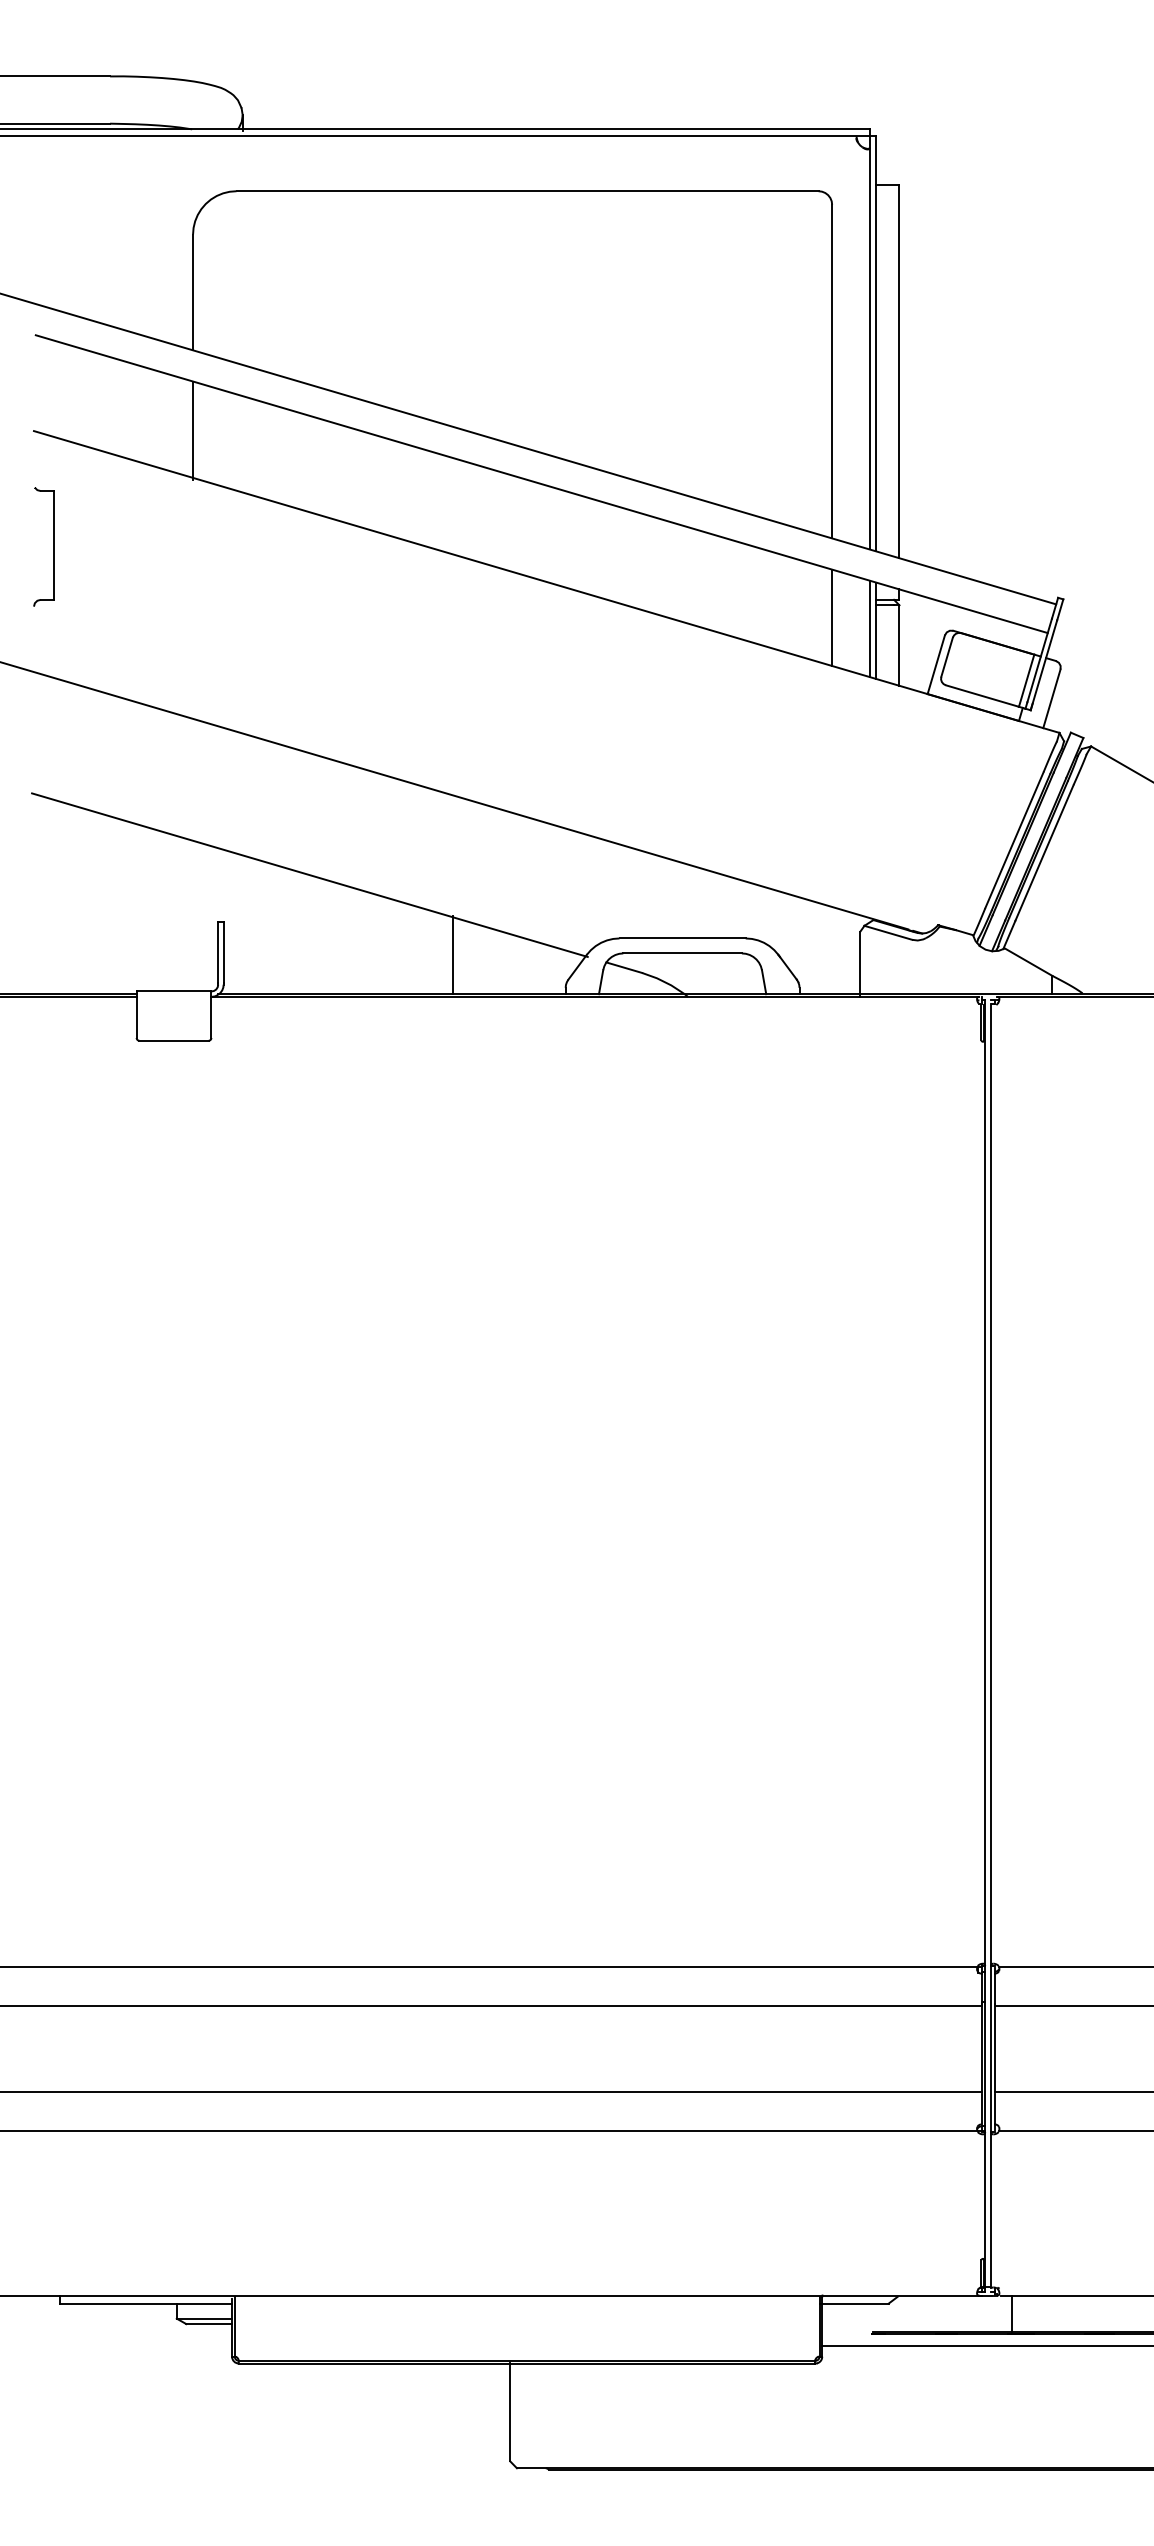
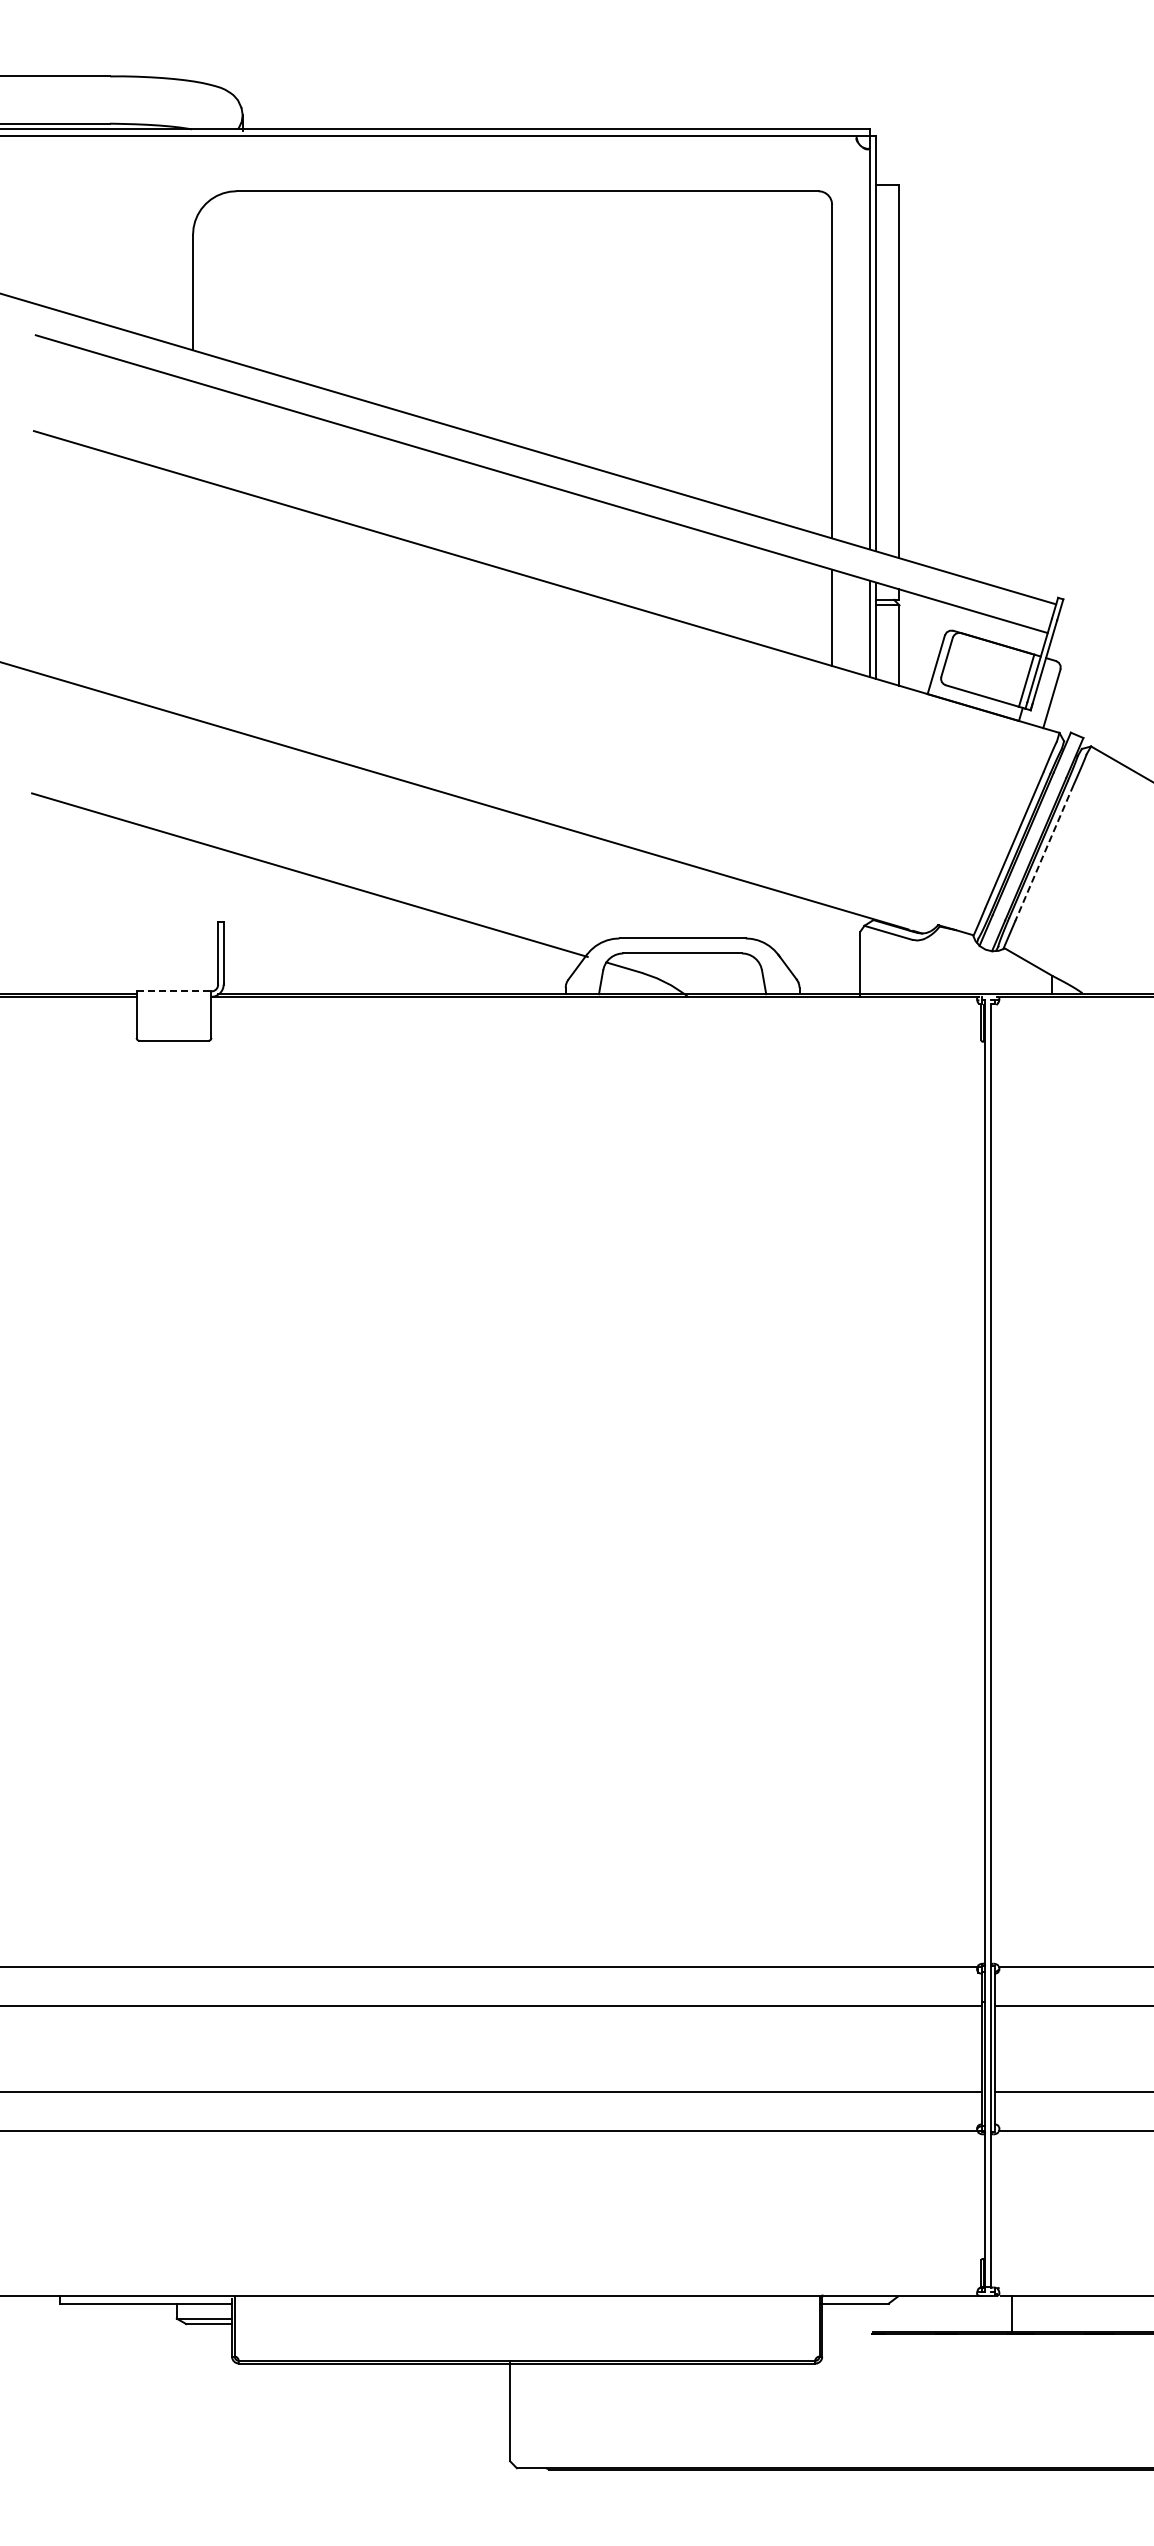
line at (193, 430): present -> none
part at (53, 546): present -> none
line at (1044, 853): solid -> dashed
line at (452, 954): present -> none
line at (174, 991): solid -> dashed
line at (986, 2345): present -> none
